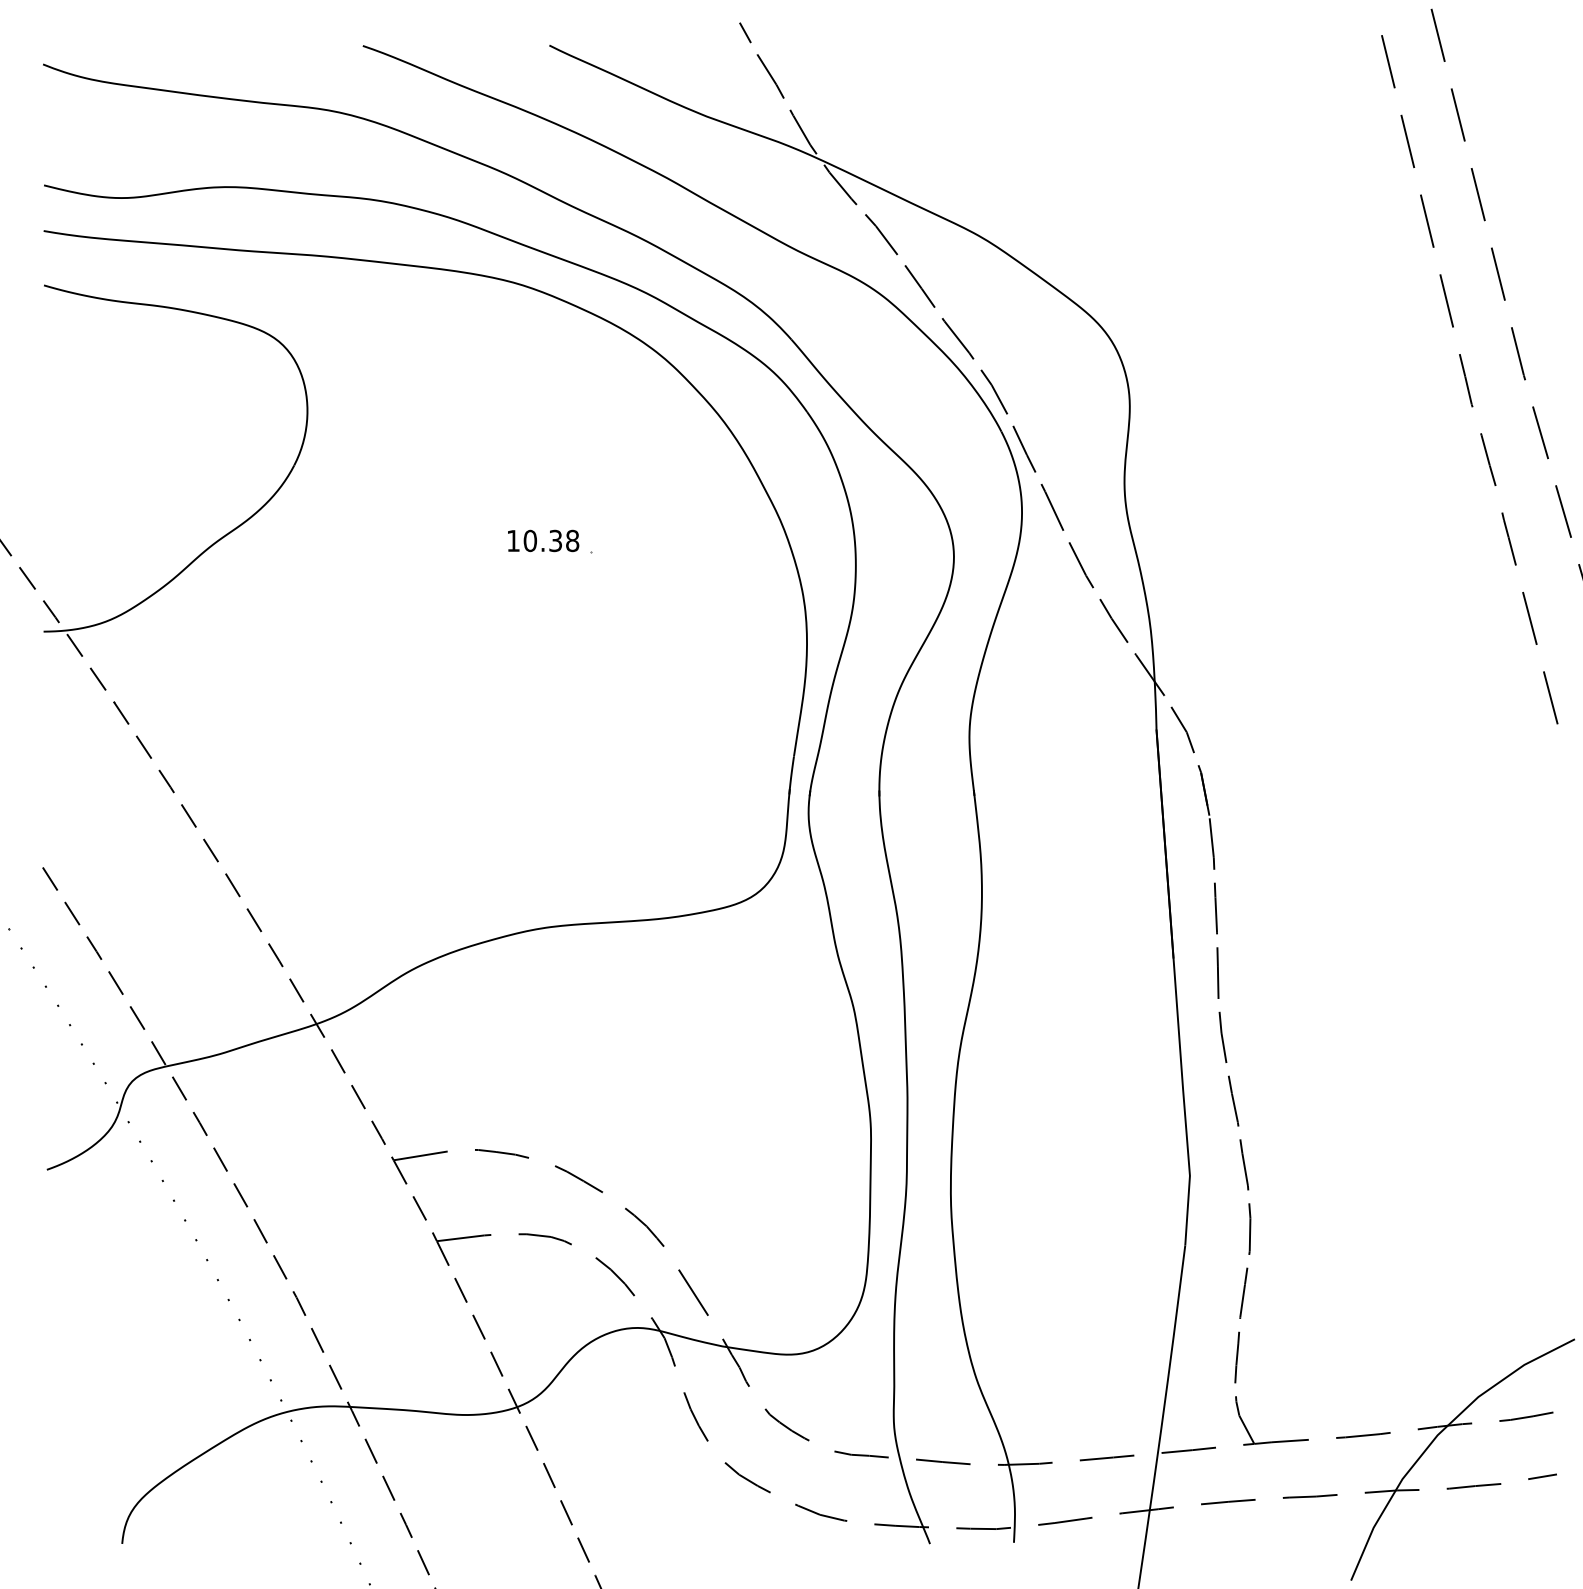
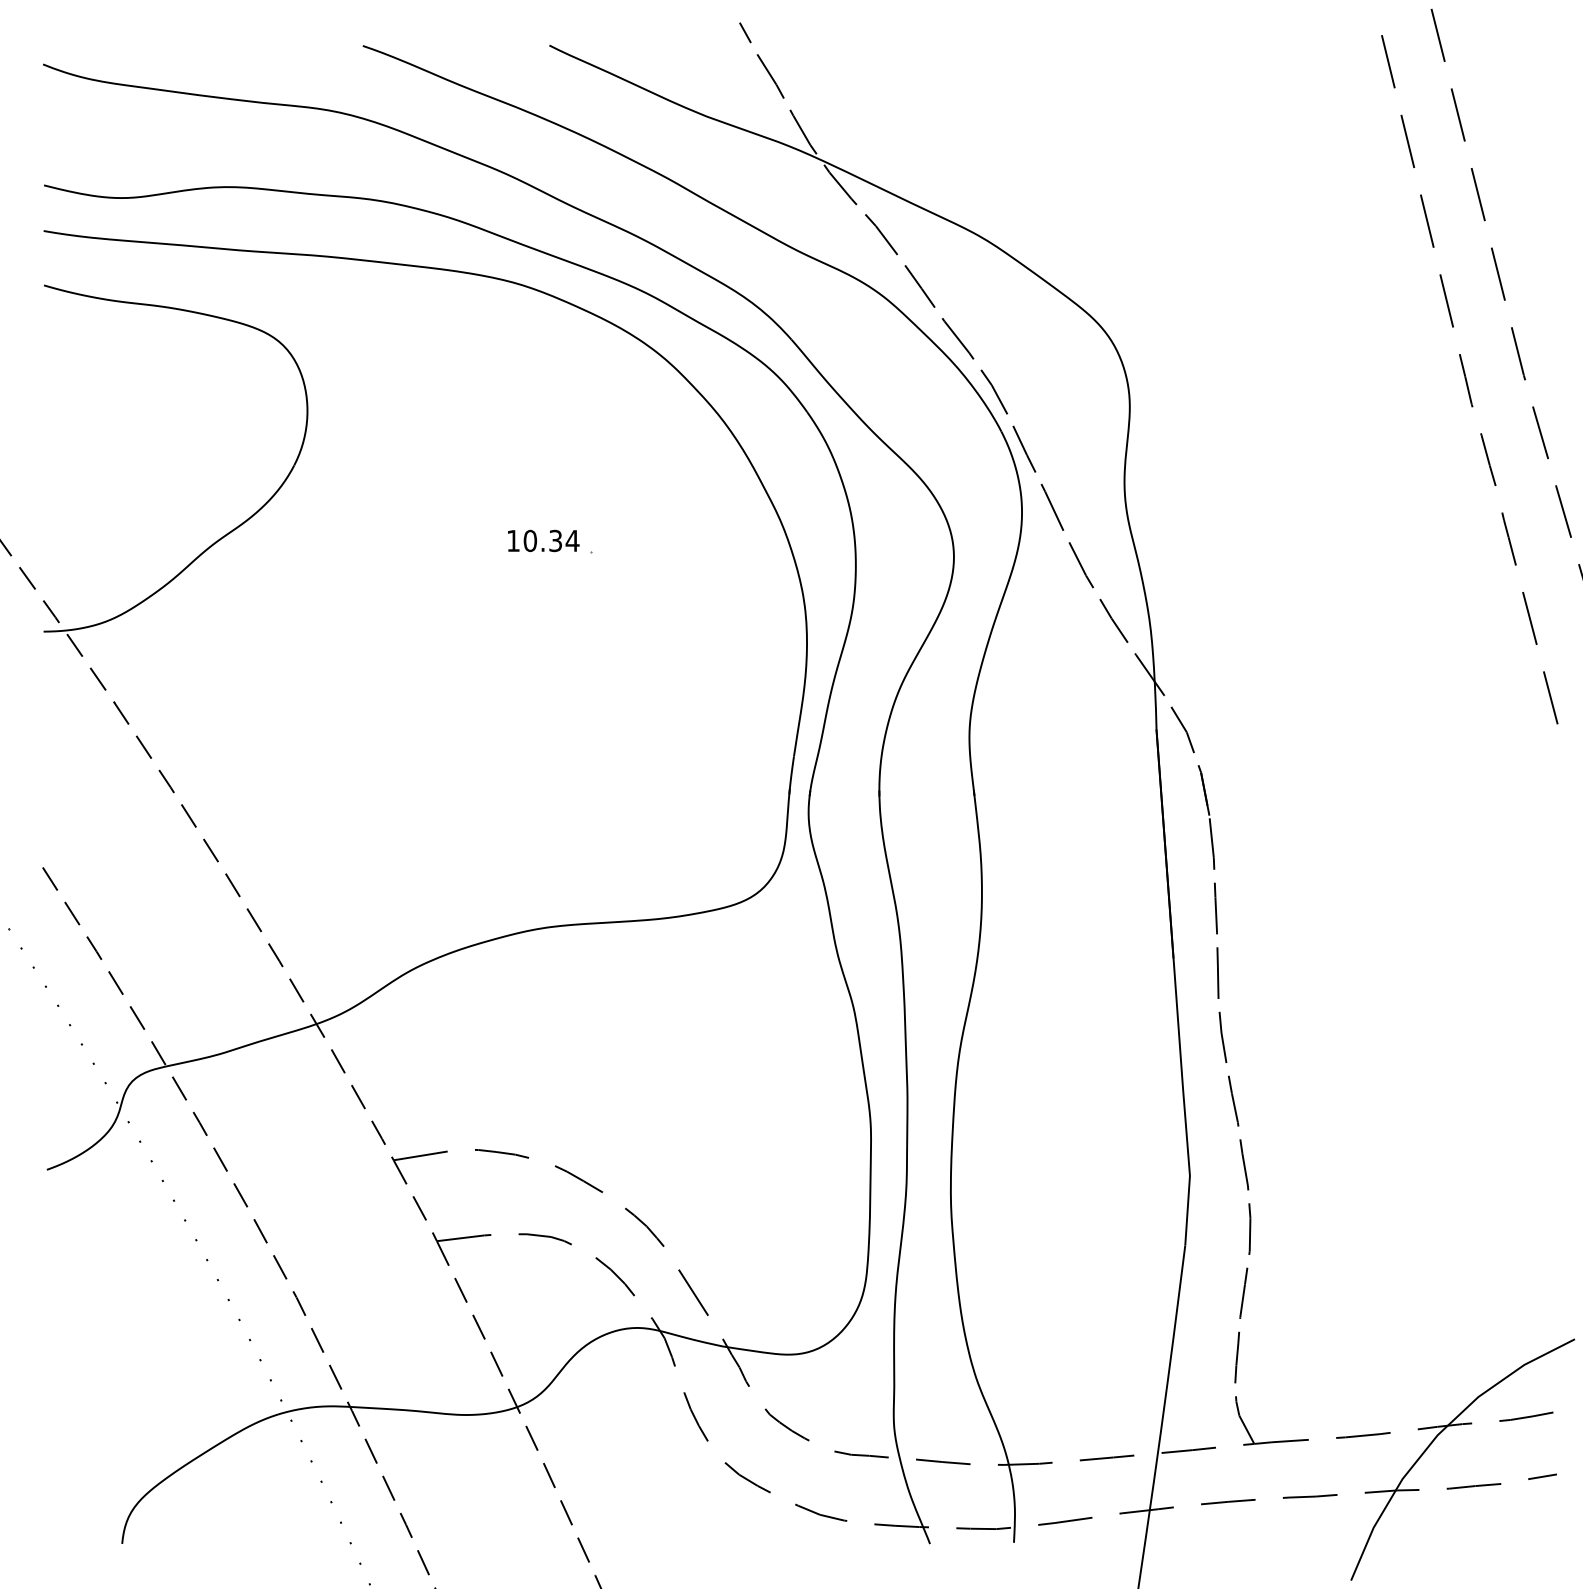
text at (572, 540): 10.38 -> 10.34
